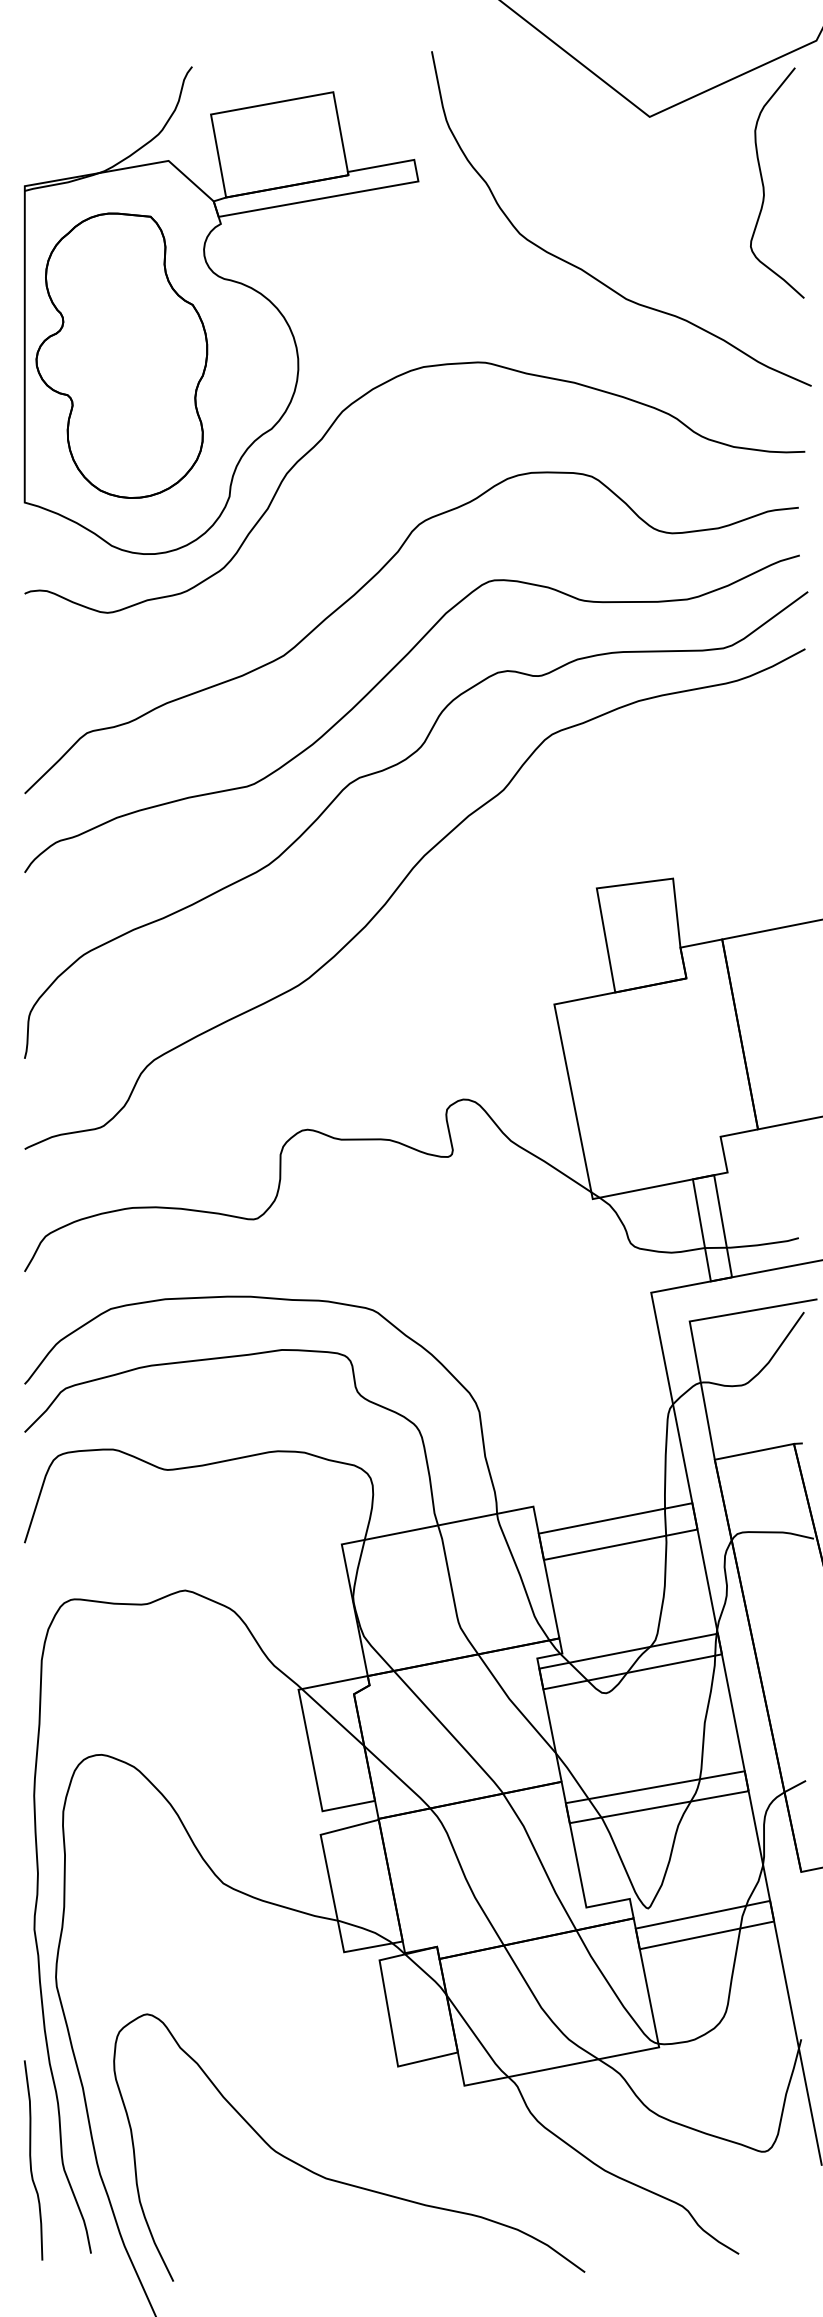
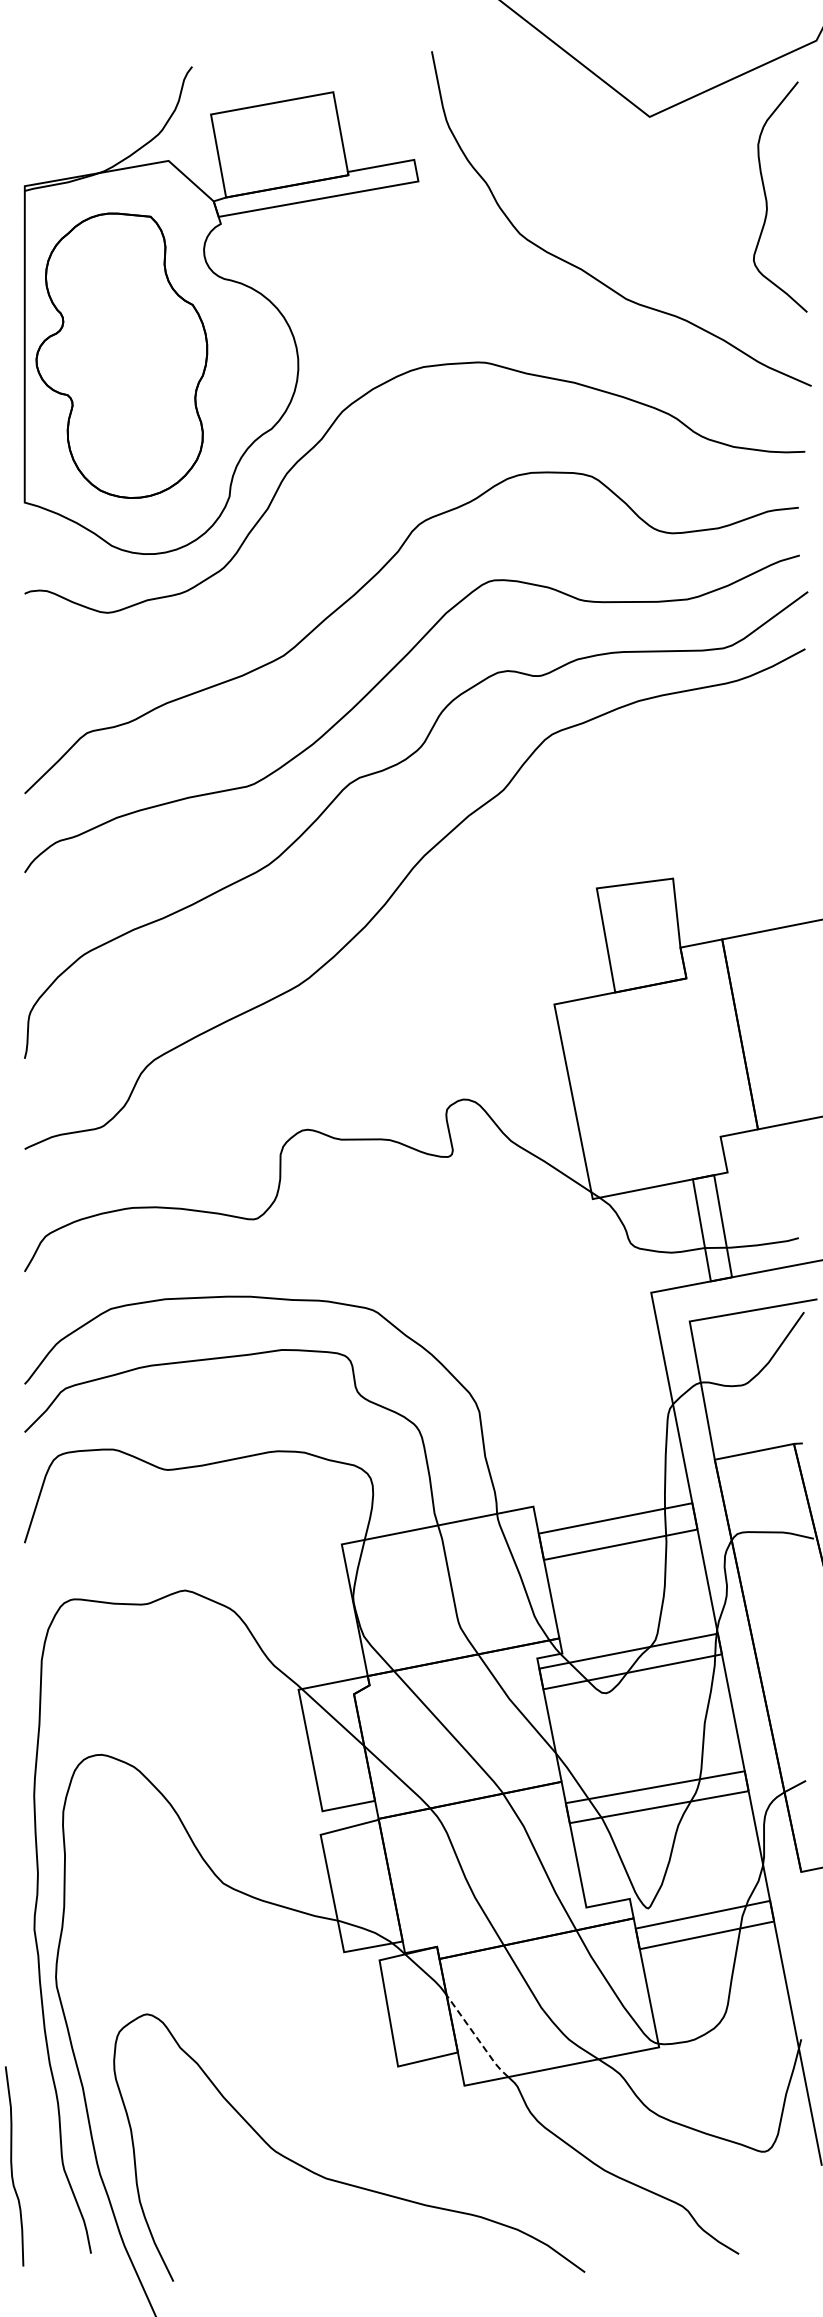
curve at (764, 185) position: (764, 185) -> (767, 199)
line at (477, 2037): solid -> dashed
curve at (31, 2160) position: (31, 2160) -> (12, 2166)
